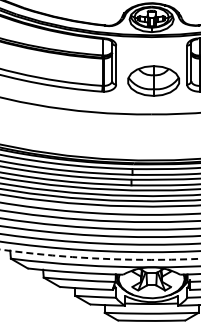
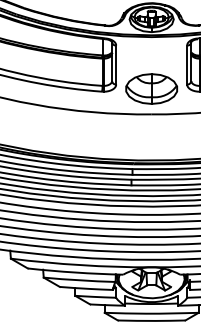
part at (153, 80) position: (153, 80) -> (151, 88)
arc at (100, 258): dashed -> solid
